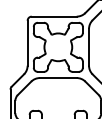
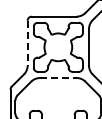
line at (27, 43): solid -> dashed
line at (58, 78): solid -> dashed
